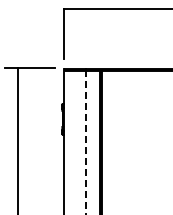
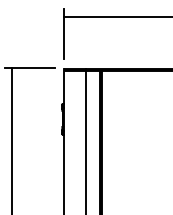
line at (116, 8) position: (116, 8) -> (116, 16)
line at (18, 139) position: (18, 139) -> (12, 139)
line at (86, 142): dashed -> solid
